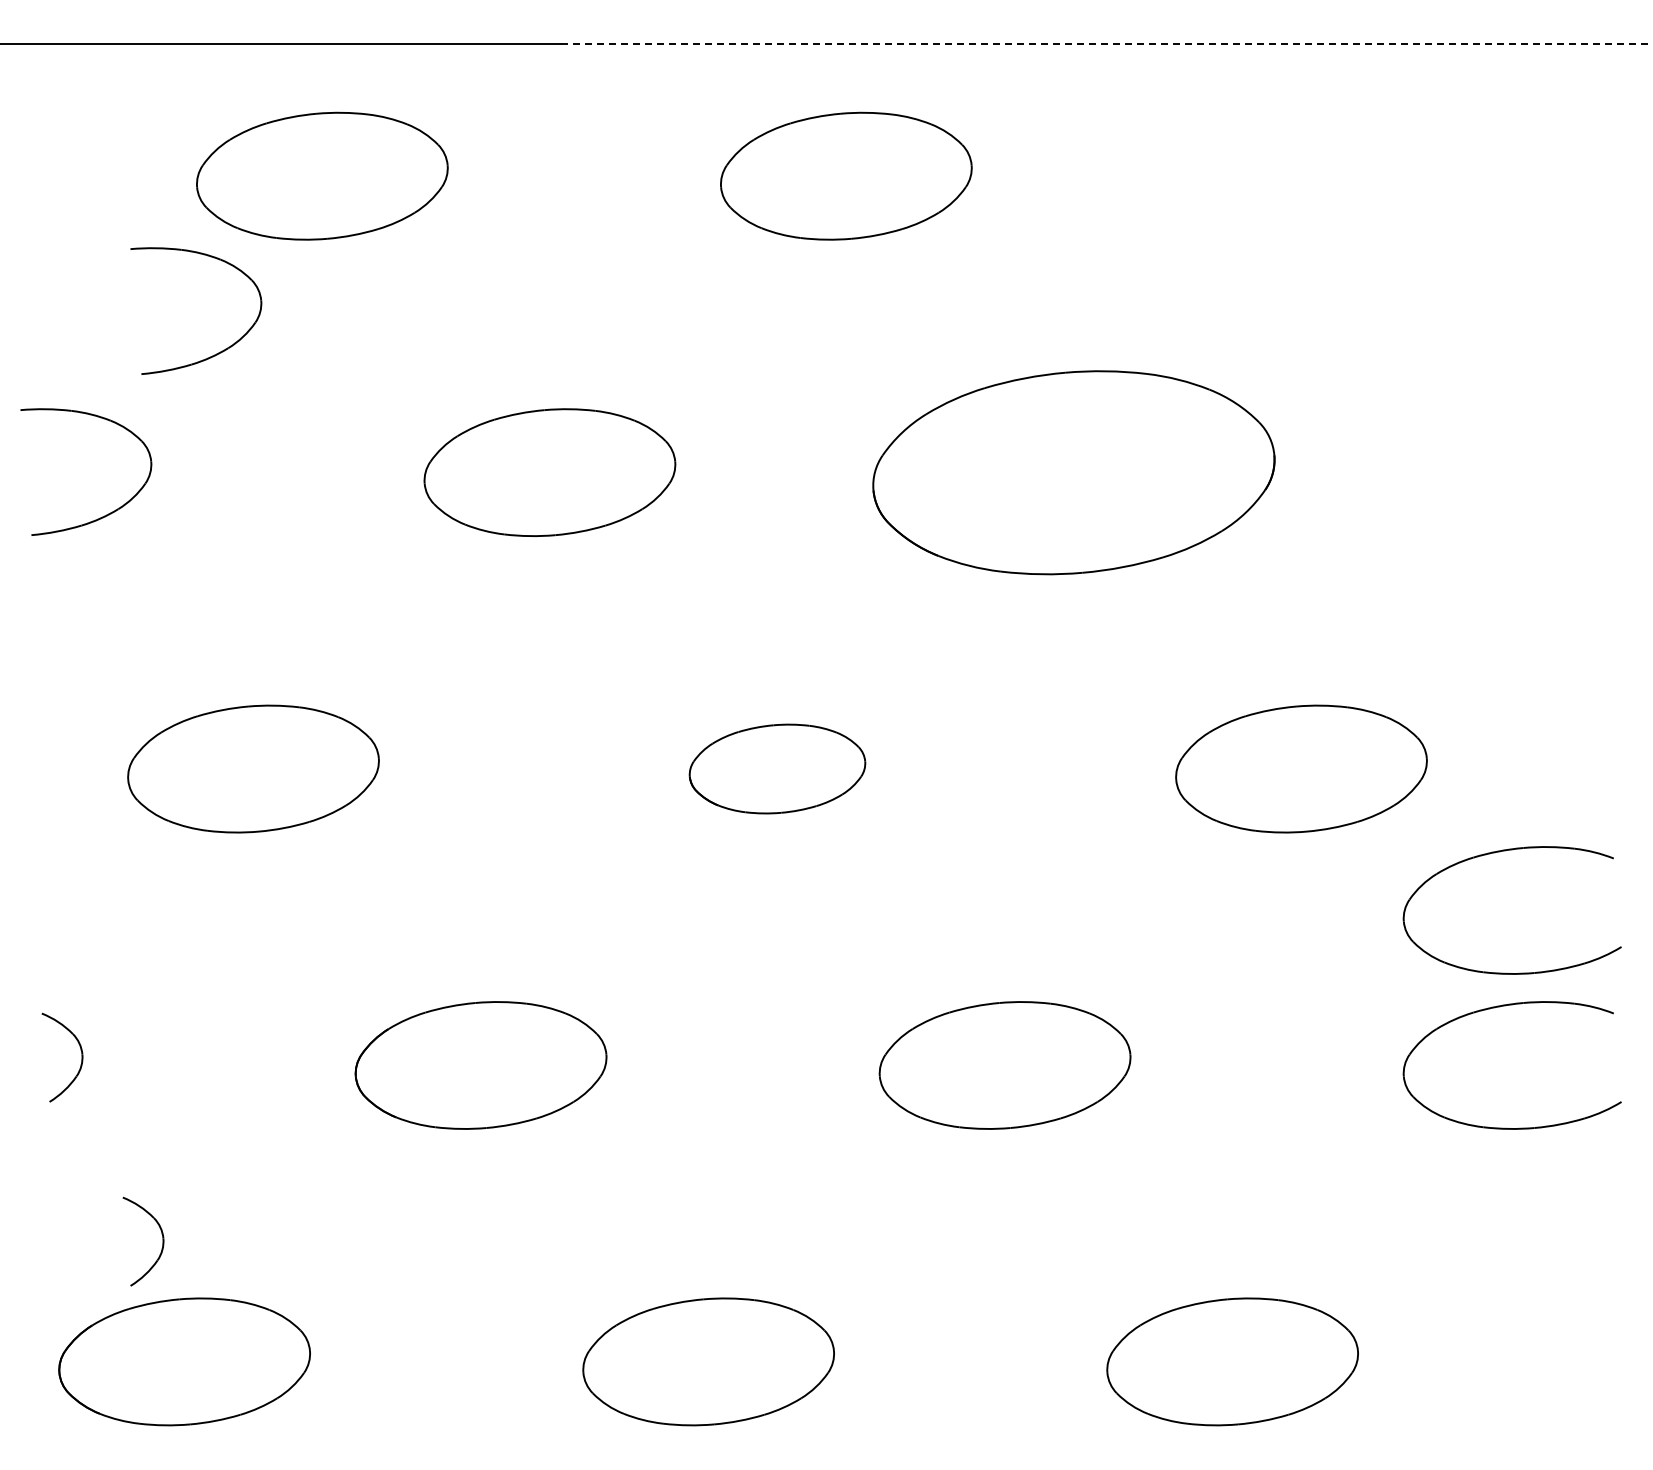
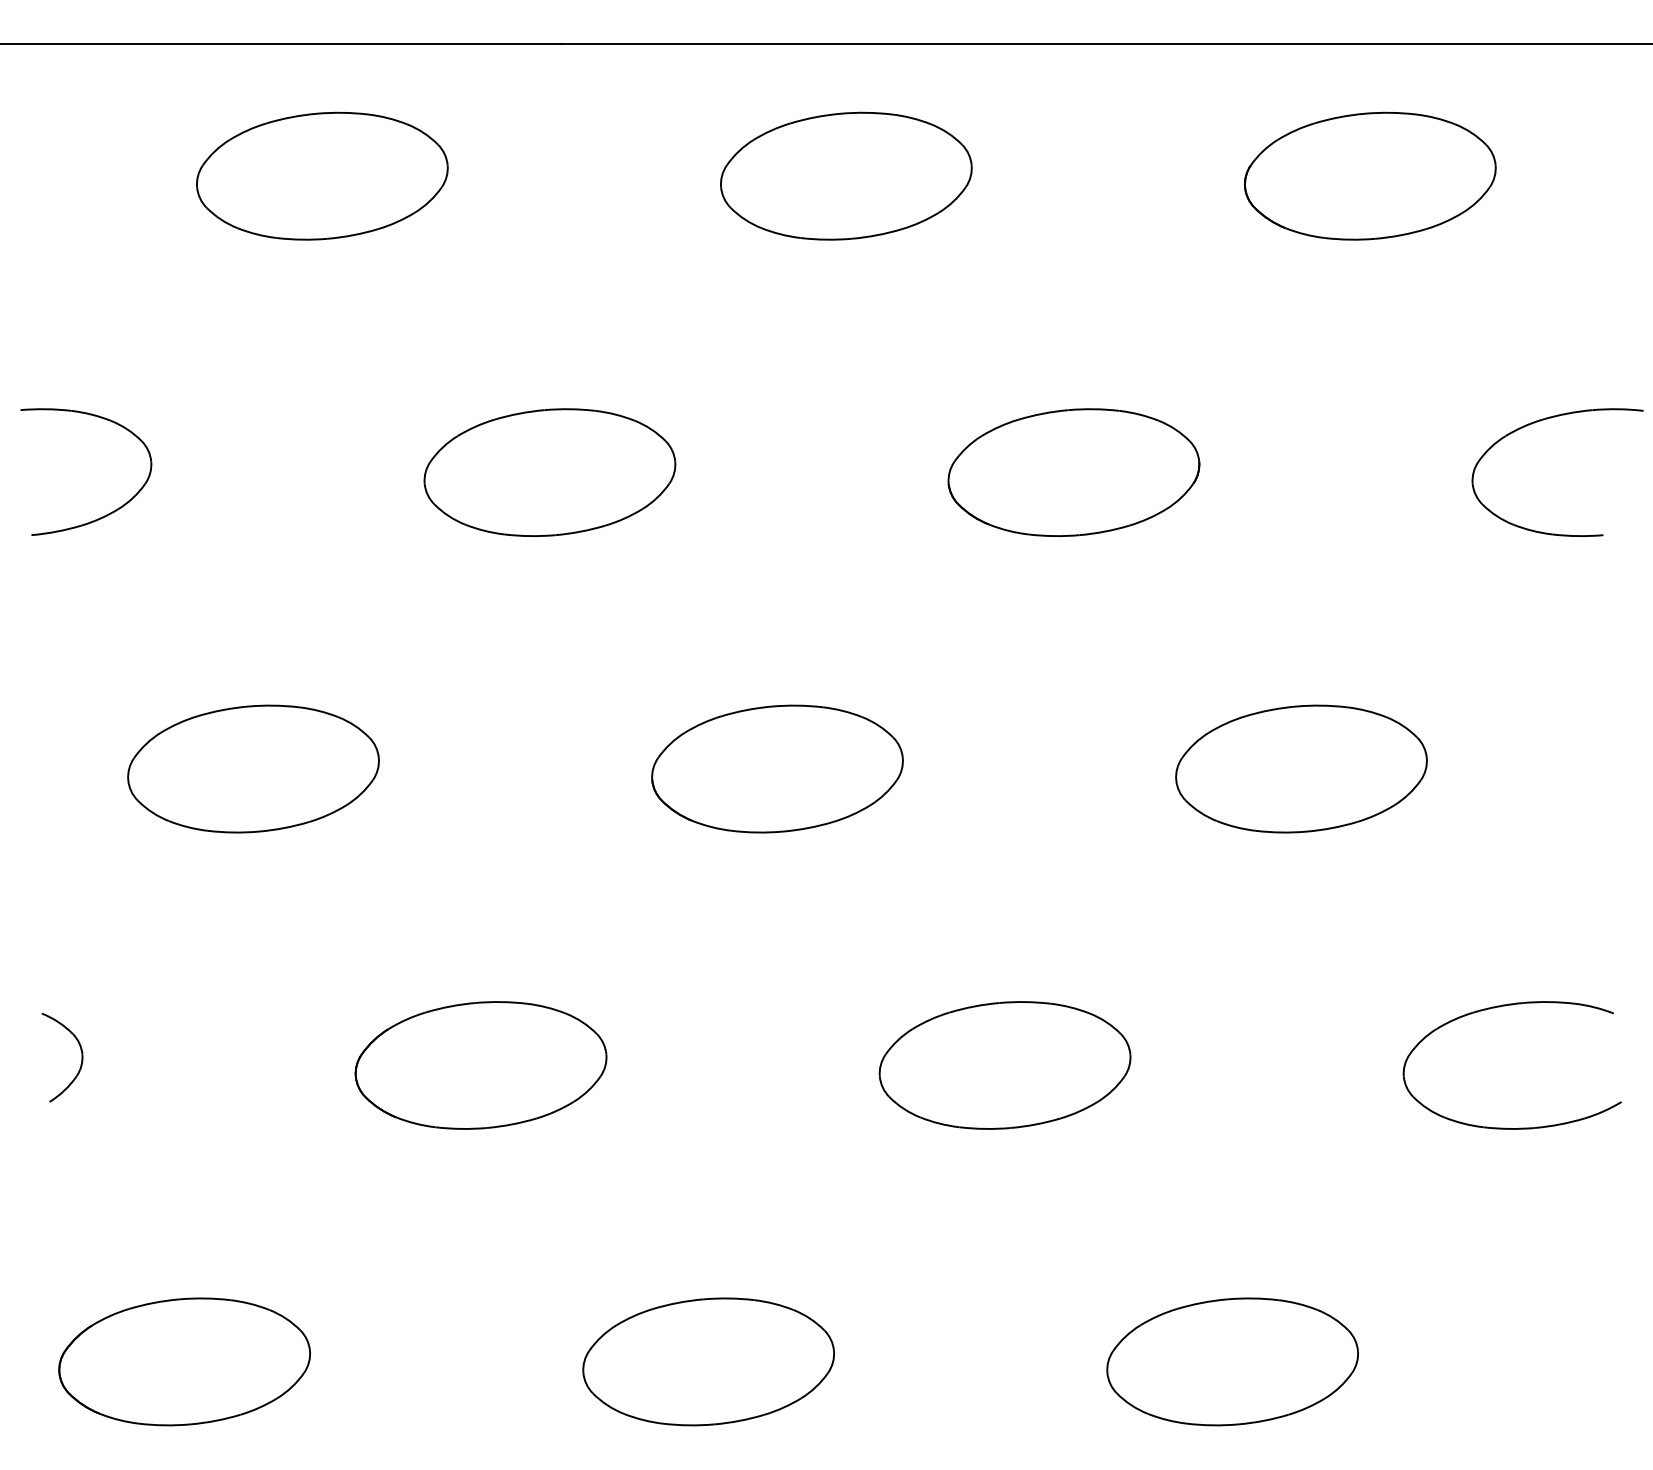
line at (1106, 44): dashed -> solid
part at (1370, 175): none -> present
part at (218, 352): present -> none
part at (1544, 420): none -> present
part at (1073, 472) size: 404x206 px -> 254x129 px
part at (777, 768) size: 179x92 px -> 253x130 px
part at (1500, 852): present -> none
part at (162, 1241): present -> none
